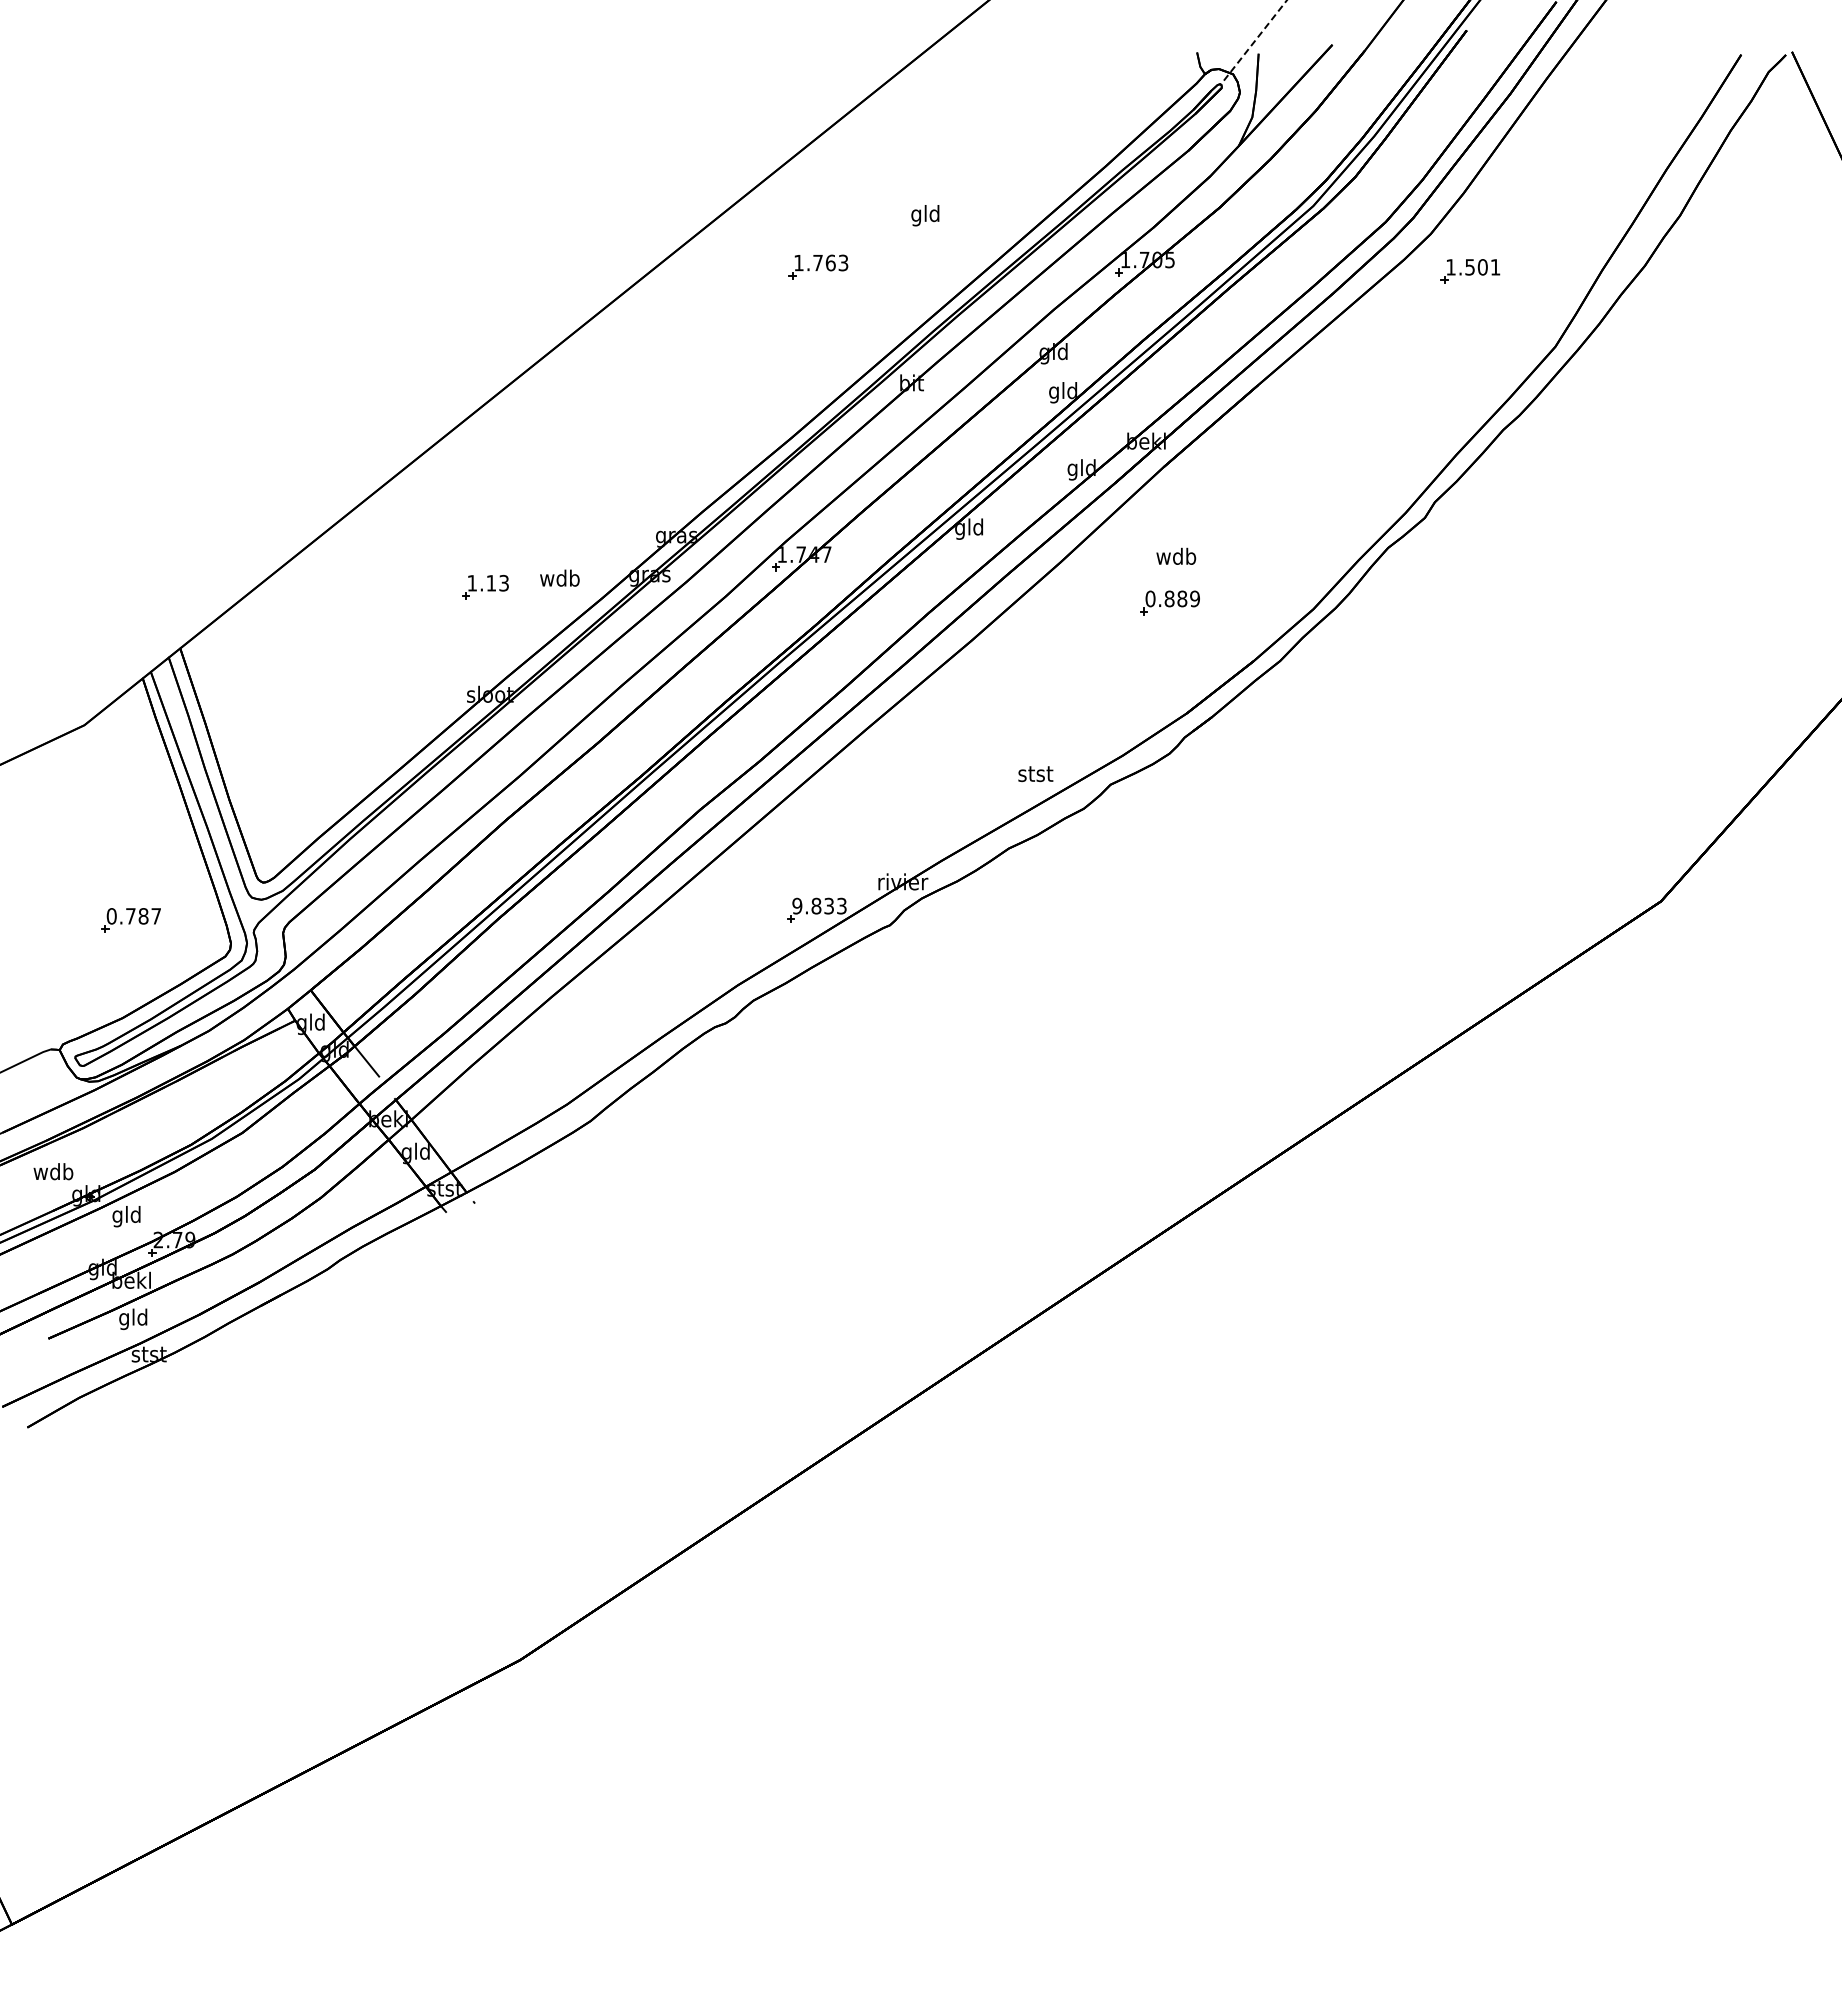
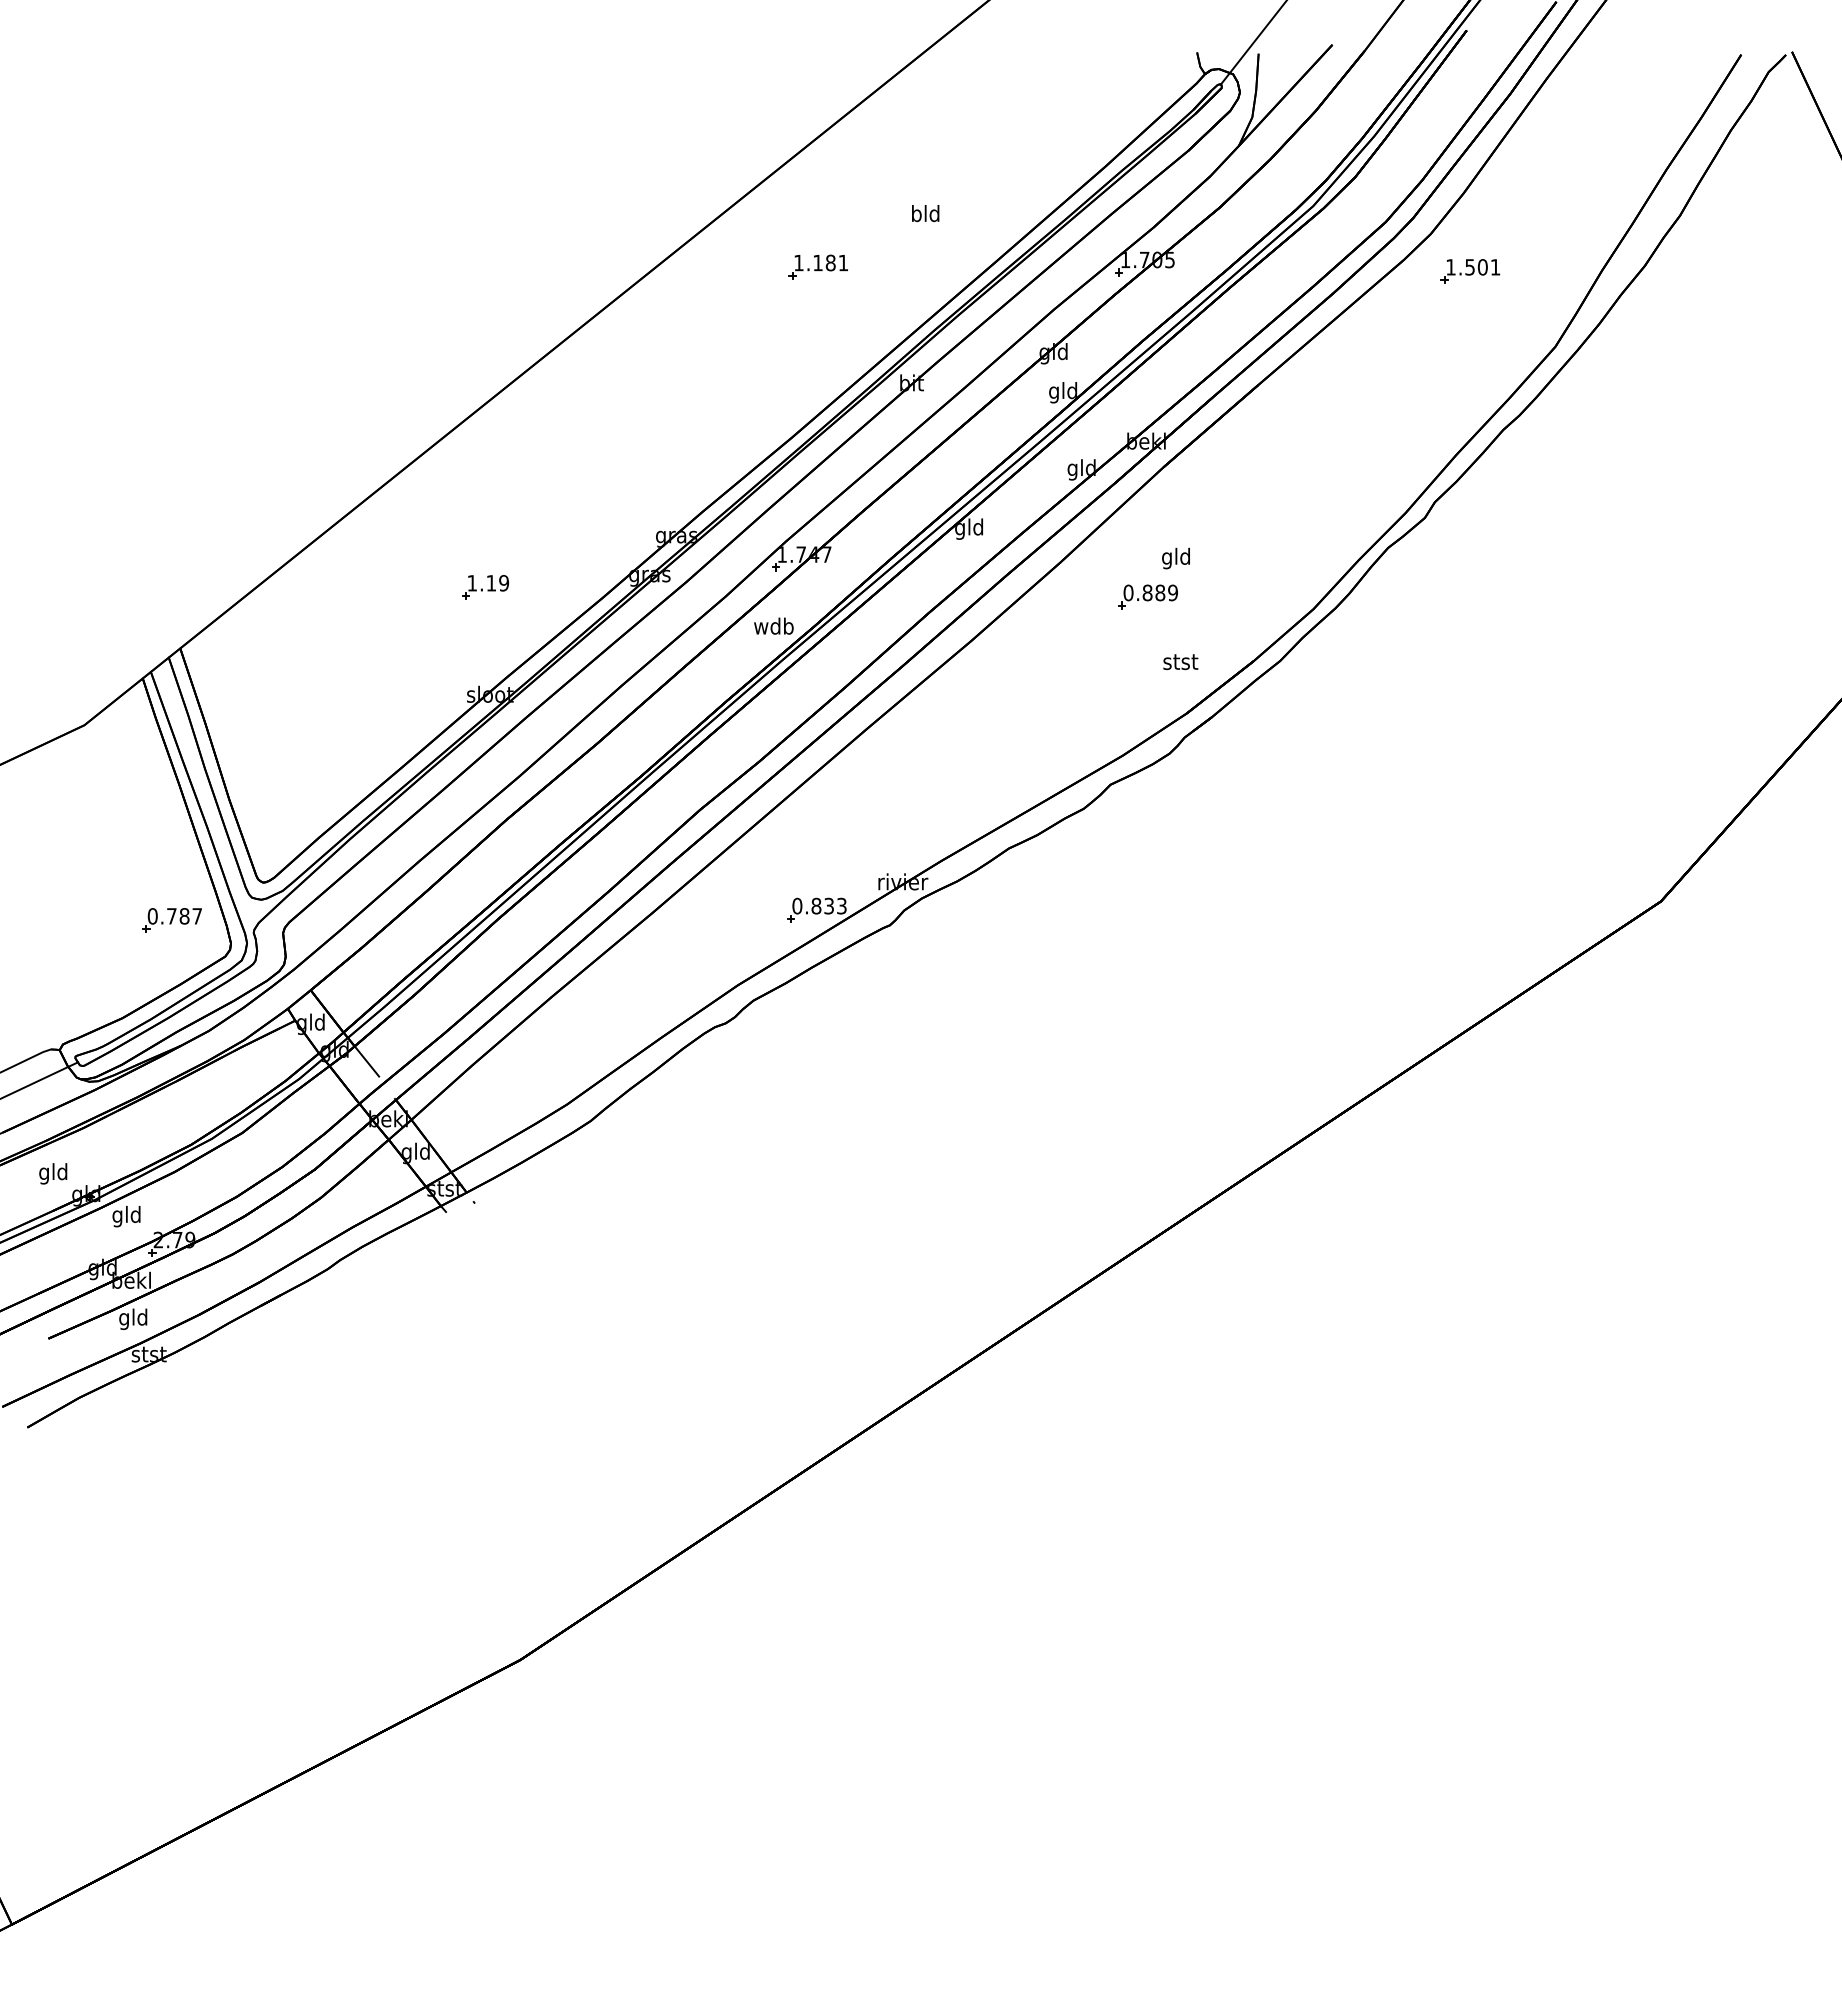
line at (1253, 43): dashed -> solid
text at (916, 215): gld -> bld
text at (830, 262): 1.763 -> 1.181
text at (1176, 558): wdb -> gld
text at (559, 577) position: (559, 577) -> (773, 625)
text at (504, 583): 1.13 -> 1.19
part at (1169, 602) position: (1169, 602) -> (1147, 596)
text at (1035, 774) position: (1035, 774) -> (1180, 662)
text at (797, 906): 9.833 -> 0.833
part at (130, 920) position: (130, 920) -> (171, 920)
line at (39, 1079): none -> present
text at (53, 1173): wdb -> gld
